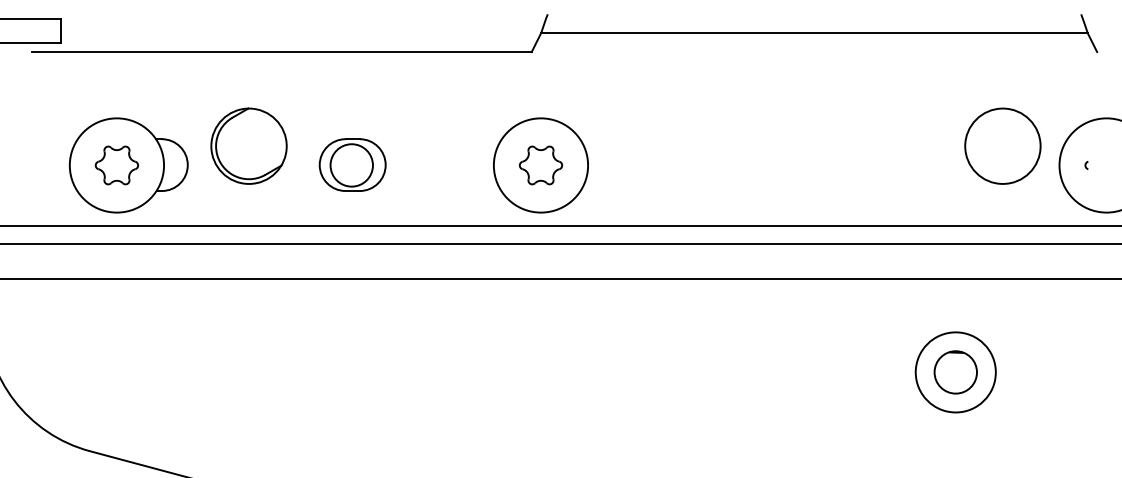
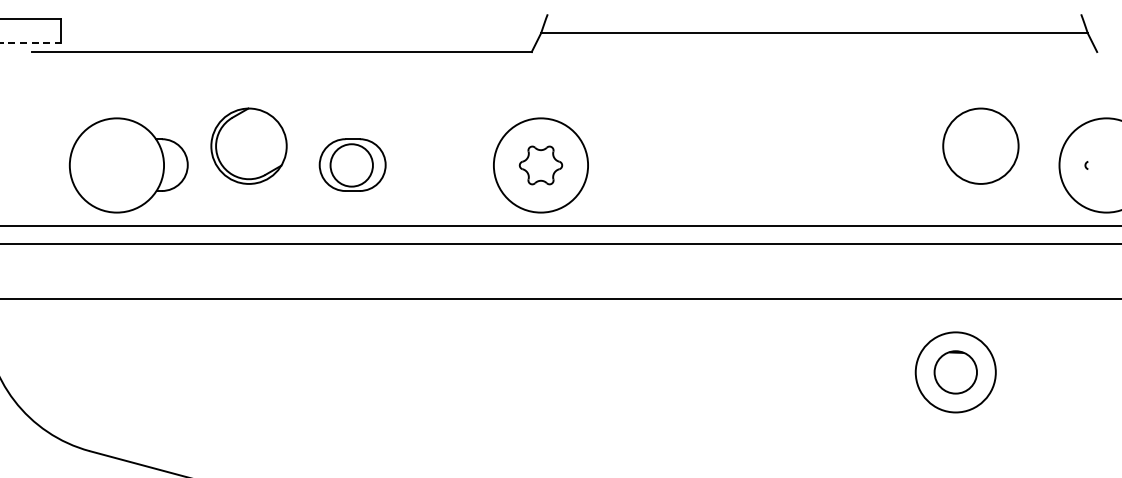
line at (30, 42): solid -> dashed
circle at (1002, 145) position: (1002, 145) -> (980, 145)
part at (116, 165): present -> none
line at (560, 279) position: (560, 279) -> (560, 299)
